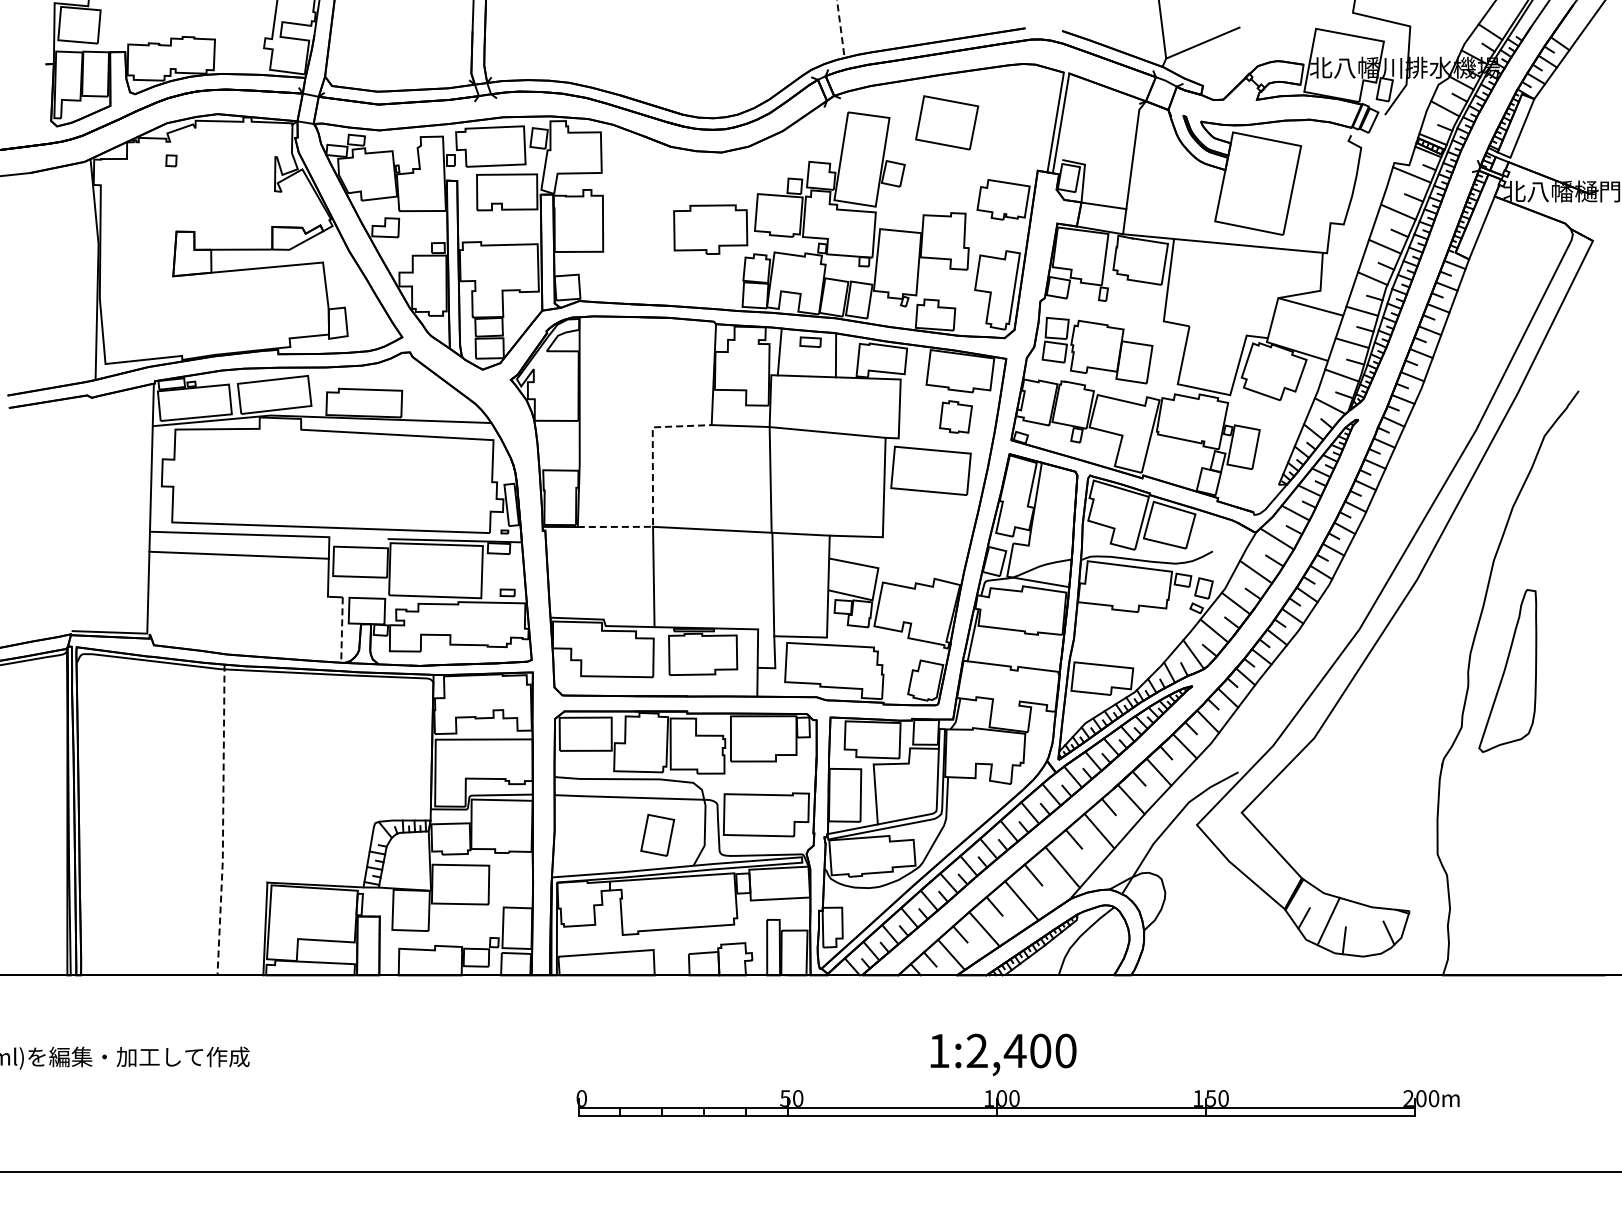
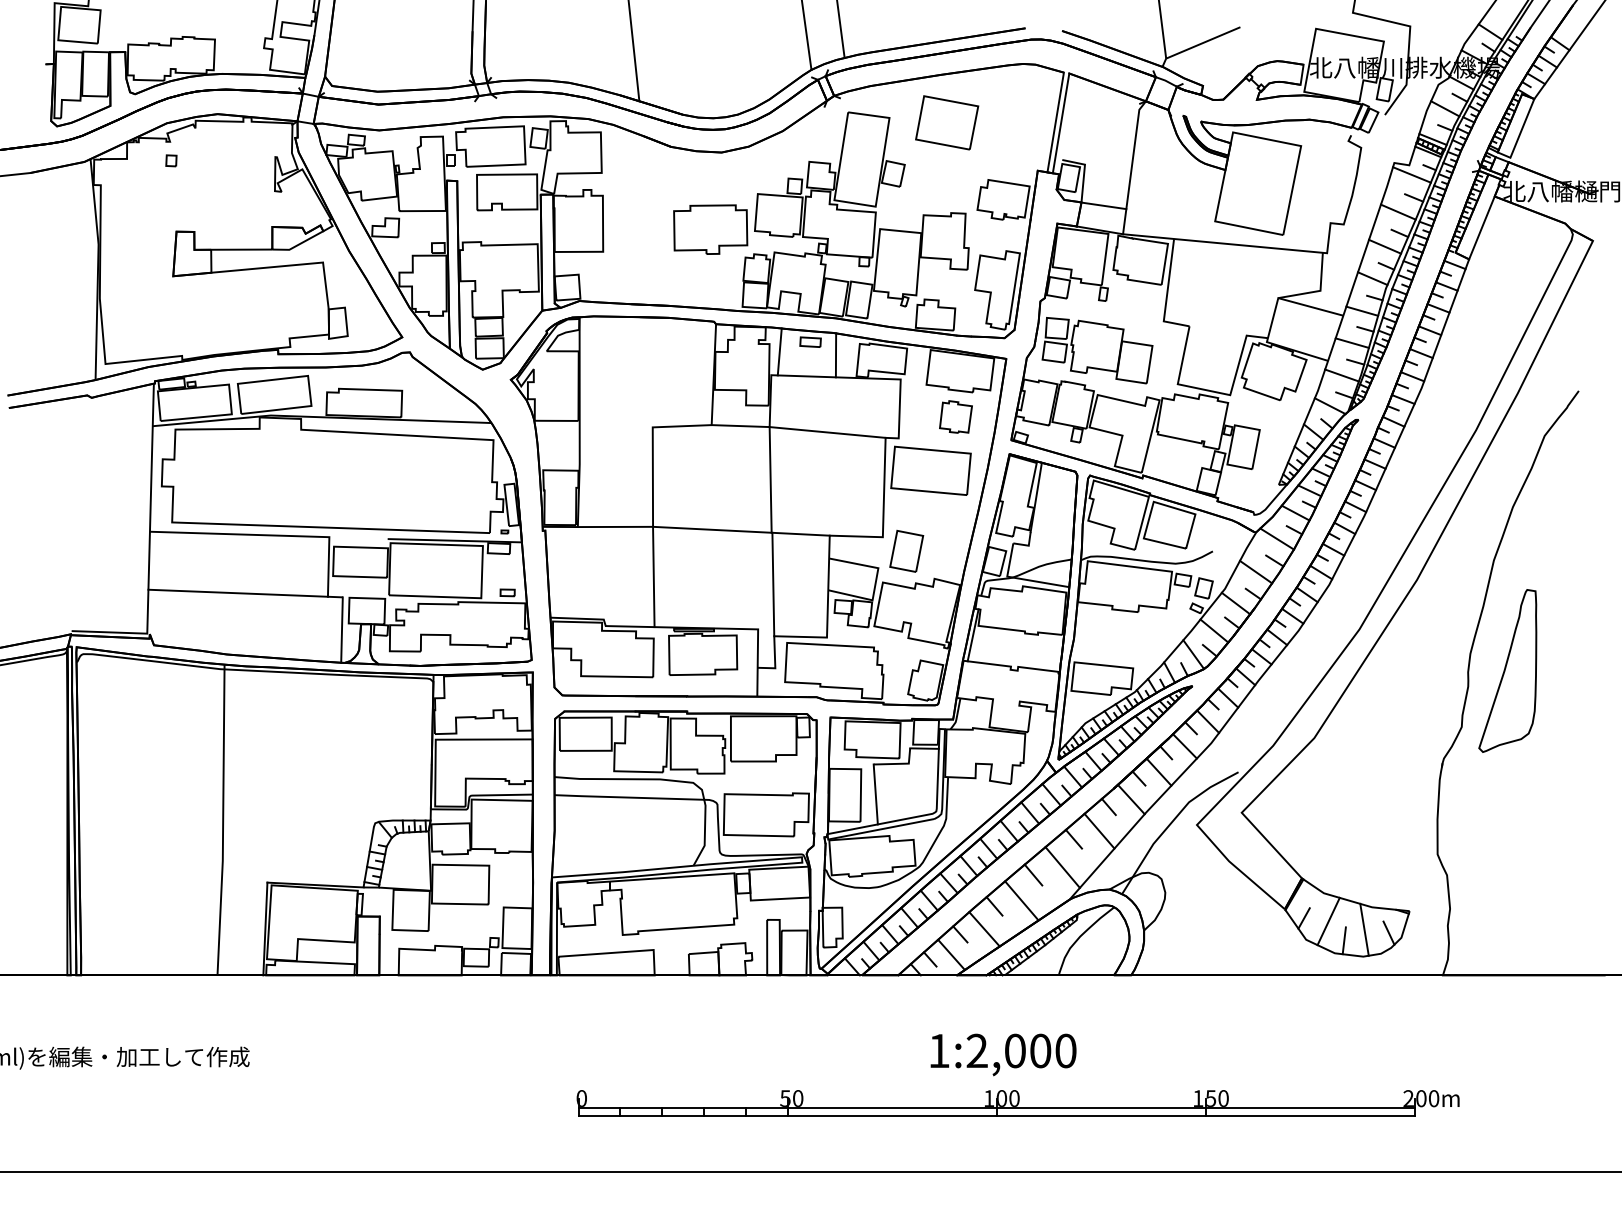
line at (840, 29): dashed -> solid
line at (806, 35): none -> present
line at (633, 51): none -> present
line at (652, 485): dashed -> solid
line at (238, 554) position: (238, 554) -> (237, 592)
line at (342, 630): dashed -> solid
line at (223, 821): dashed -> solid
part at (657, 835) position: (657, 835) -> (906, 551)
line at (1364, 929): none -> present
text at (1014, 1050): 1:2,400 -> 1:2,000
